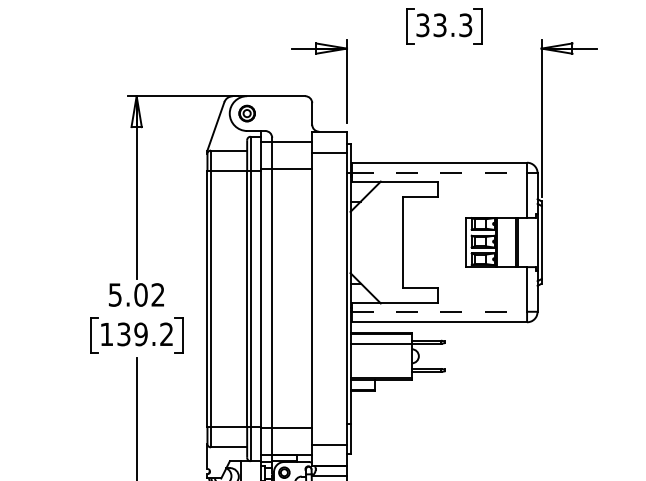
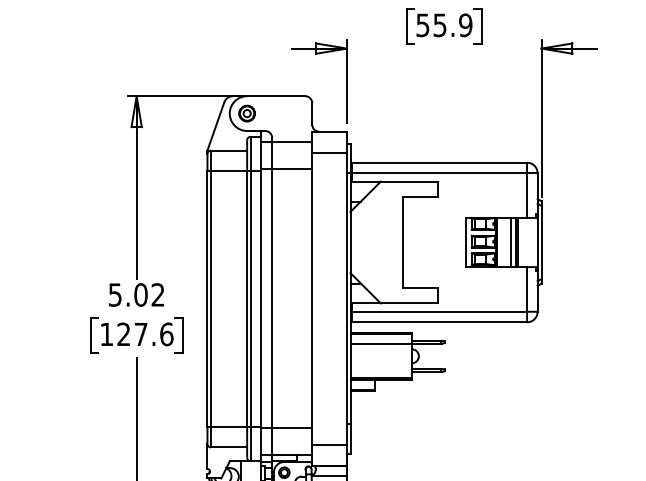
text at (444, 24): 33.3 -> 55.9
line at (439, 173): dashed -> solid
line at (510, 242): none -> present
line at (439, 311): dashed -> solid
text at (145, 334): 139.2 -> 127.6
